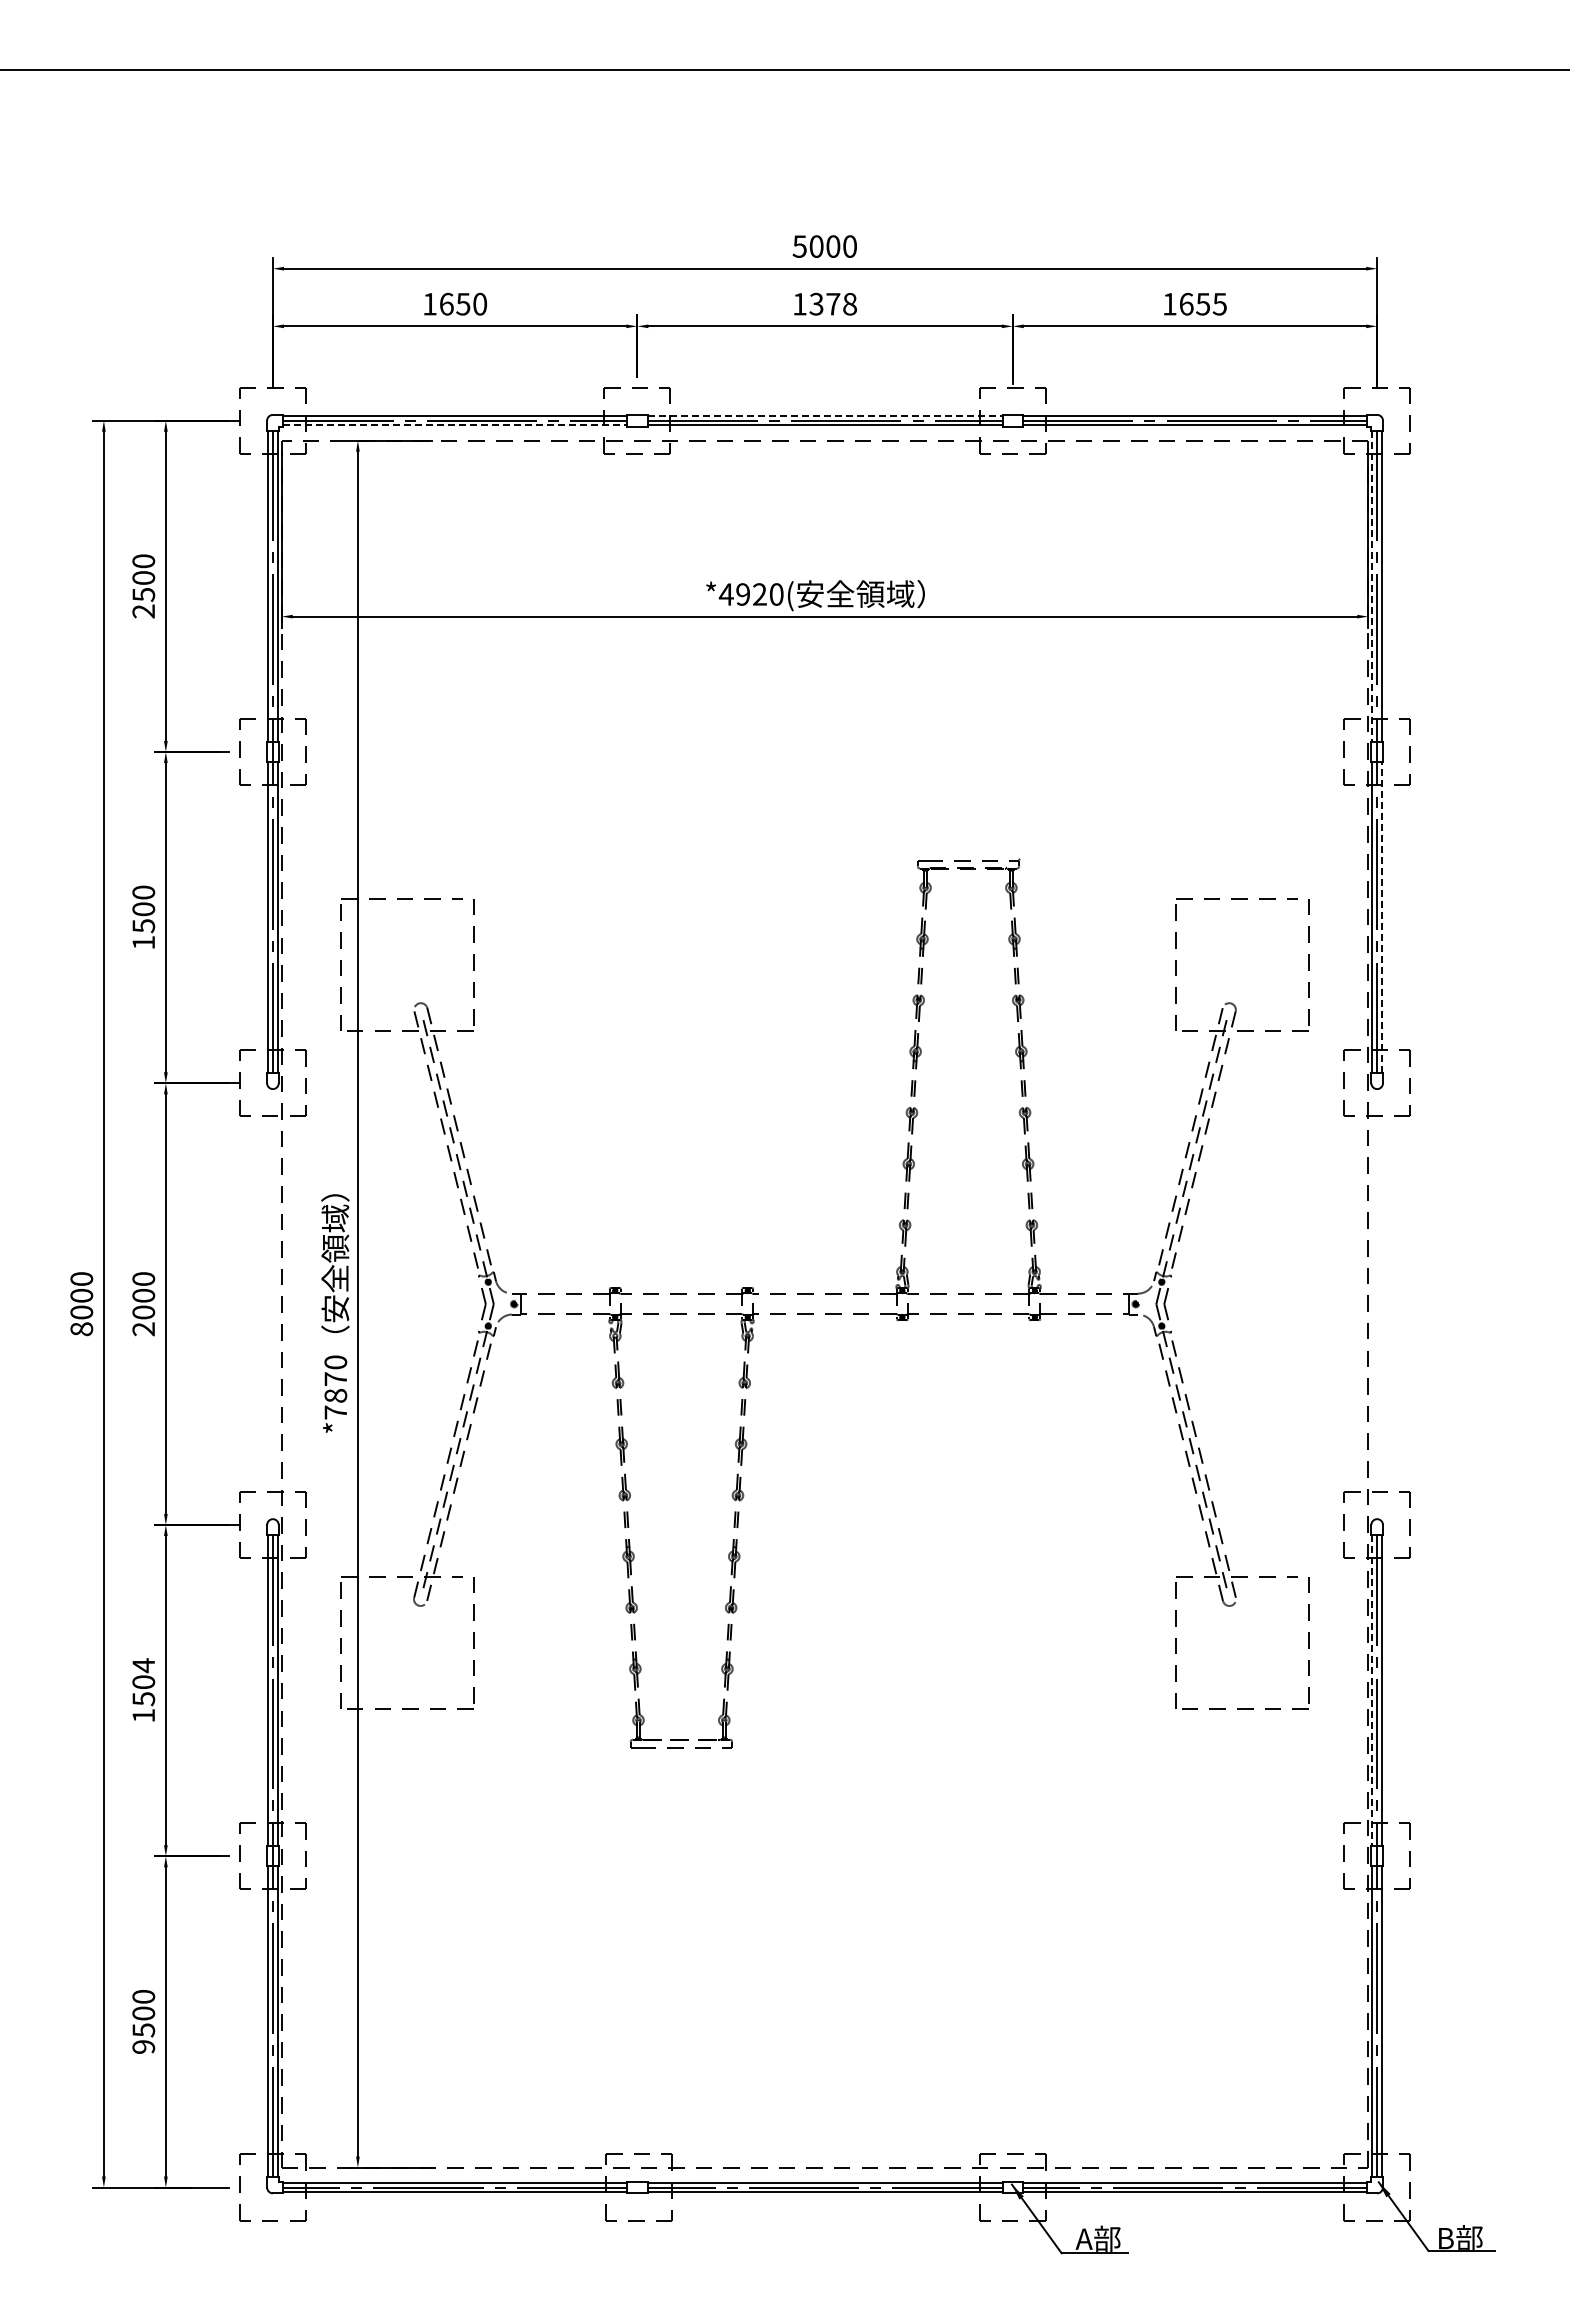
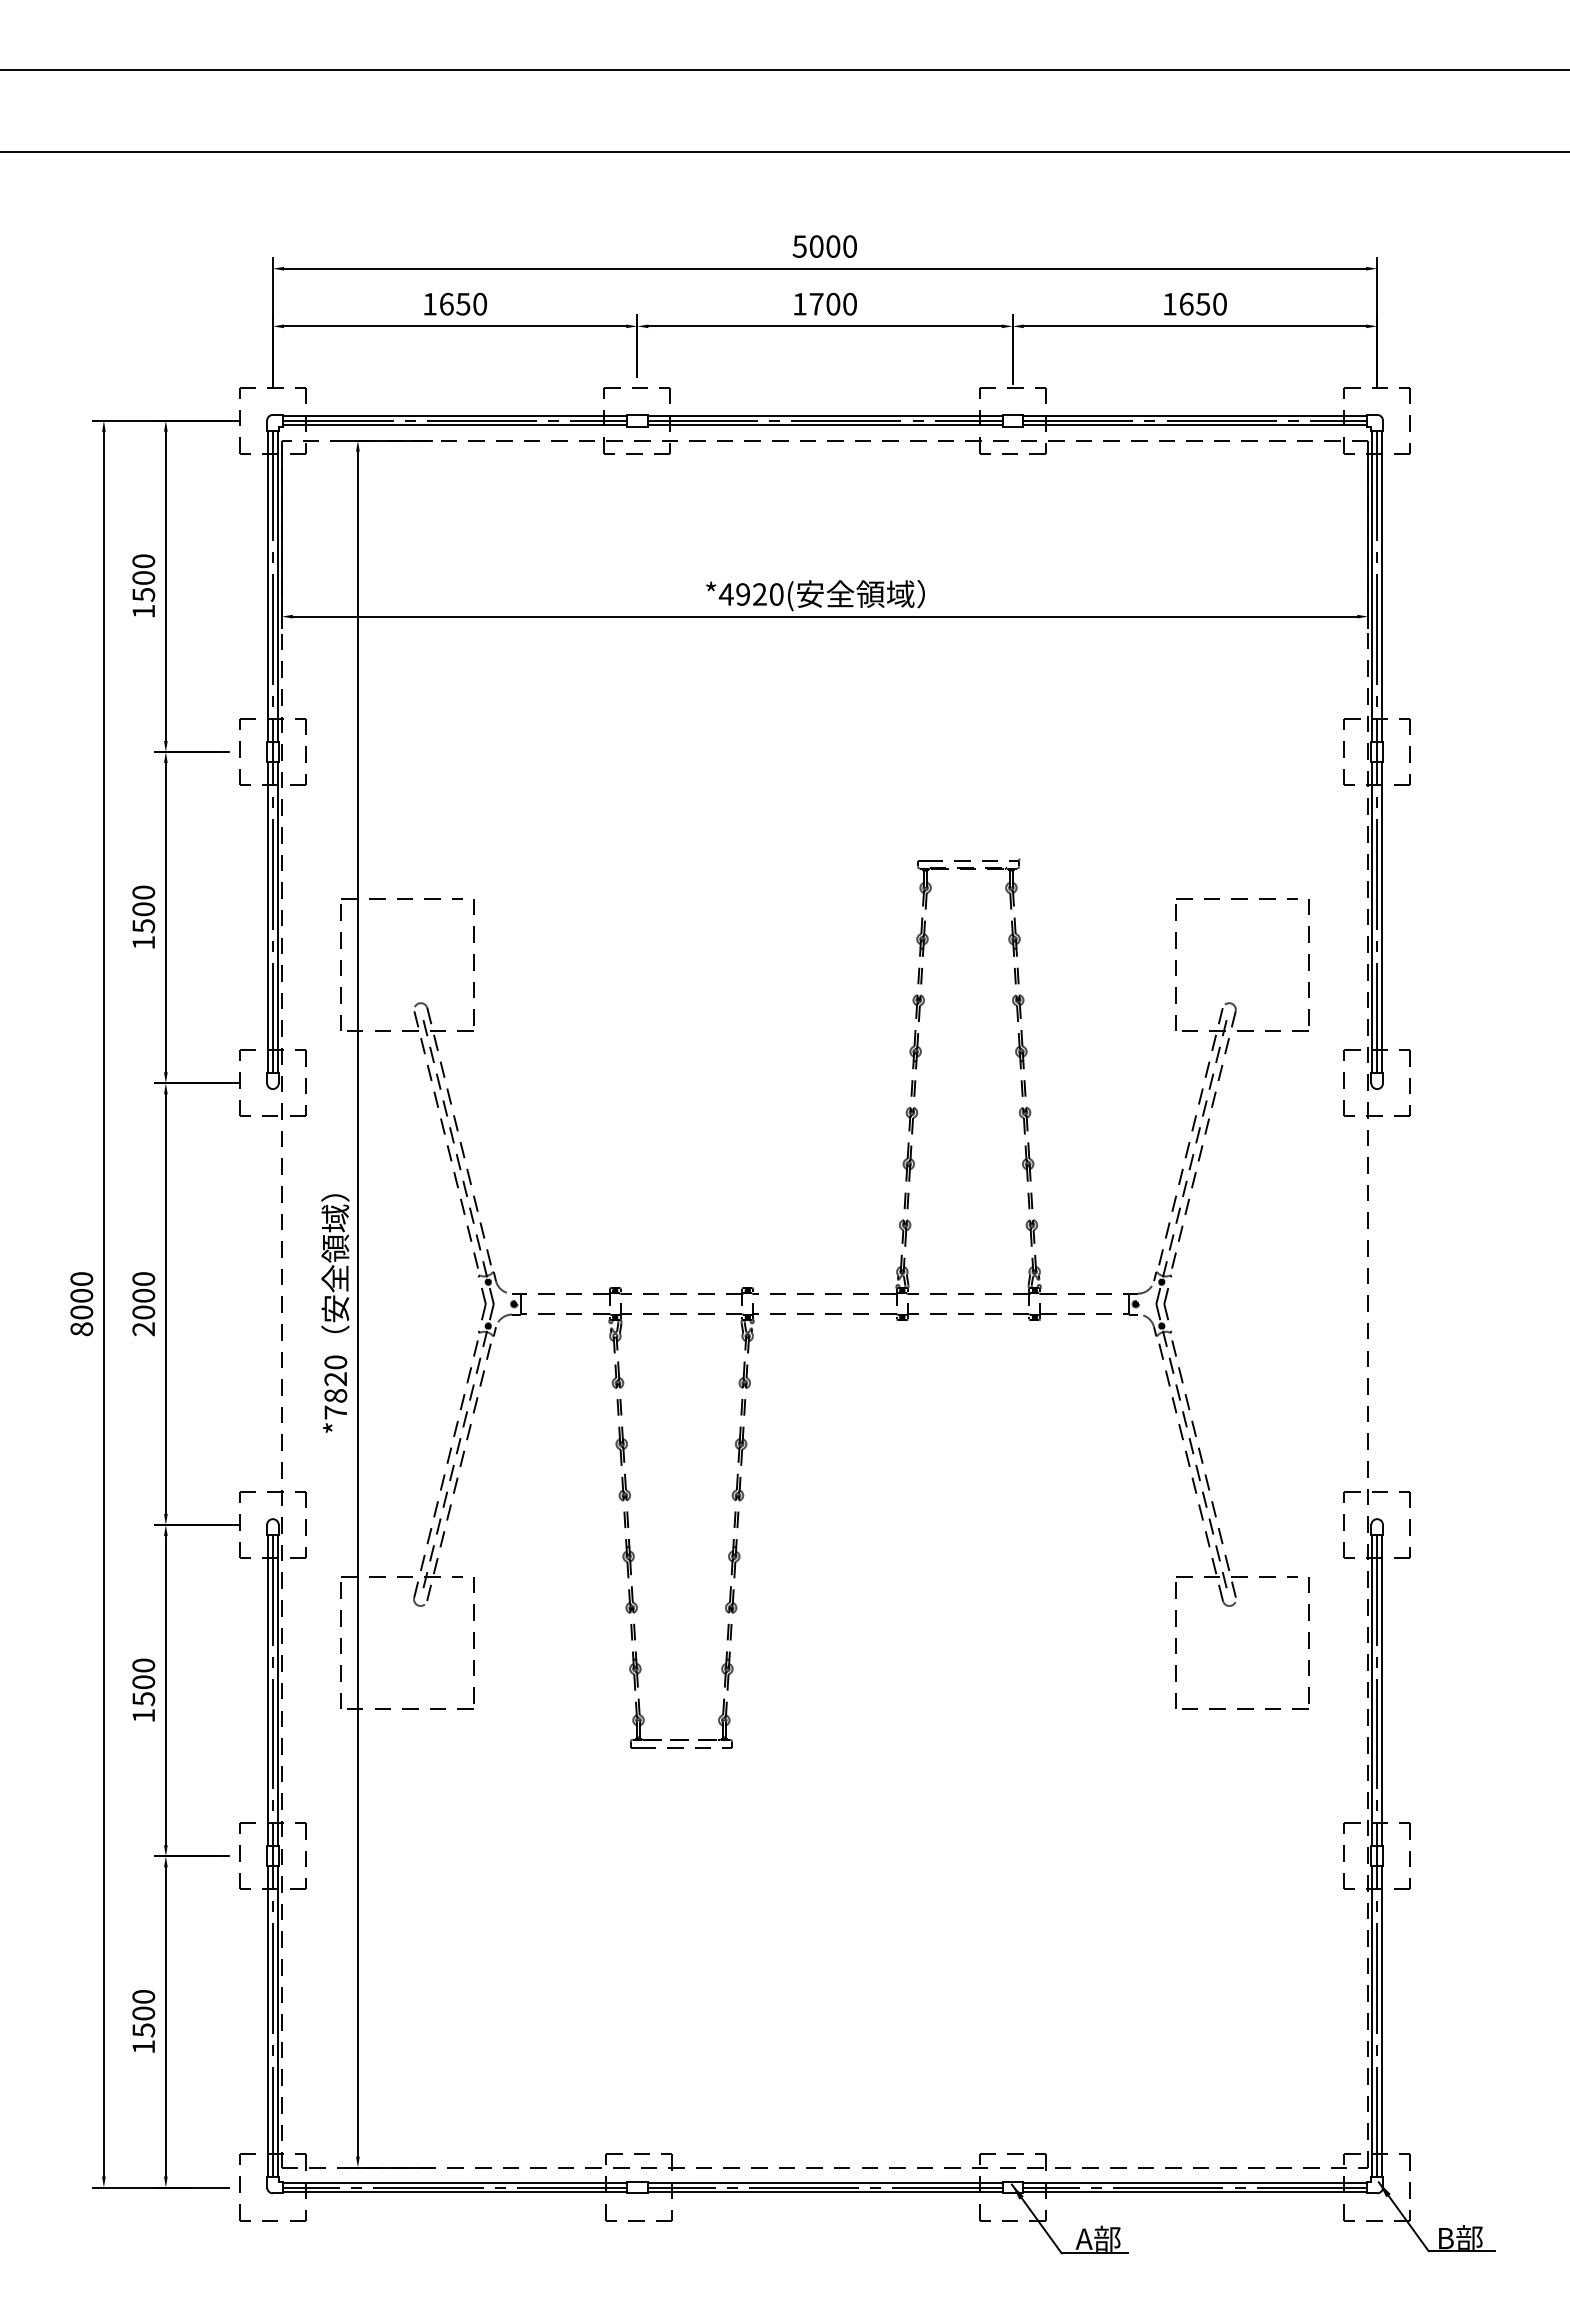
line at (784, 151): none -> present
text at (833, 303): 1378 -> 1700
text at (1219, 303): 1655 -> 1650
line at (825, 416): dashed -> solid
line at (455, 425): dashed -> solid
line at (1372, 586): dashed -> solid
text at (143, 611): 2500 -> 1500
line at (1381, 917): dashed -> solid
text at (335, 1379): *7870 -> *7820
text at (143, 1665): 1504 -> 1500
line at (1372, 1691): dashed -> solid
text at (143, 2046): 9500 -> 1500
